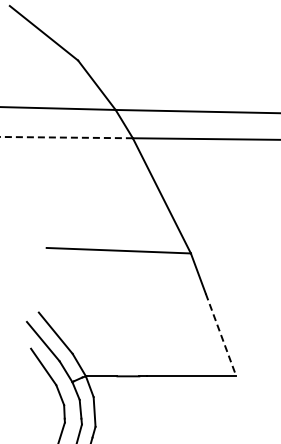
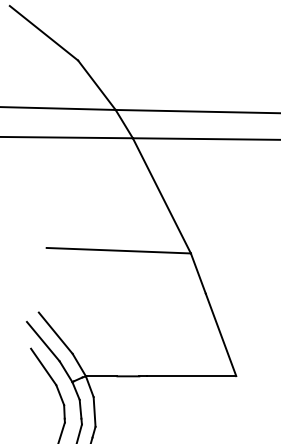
line at (66, 137): dashed -> solid
line at (221, 334): dashed -> solid
